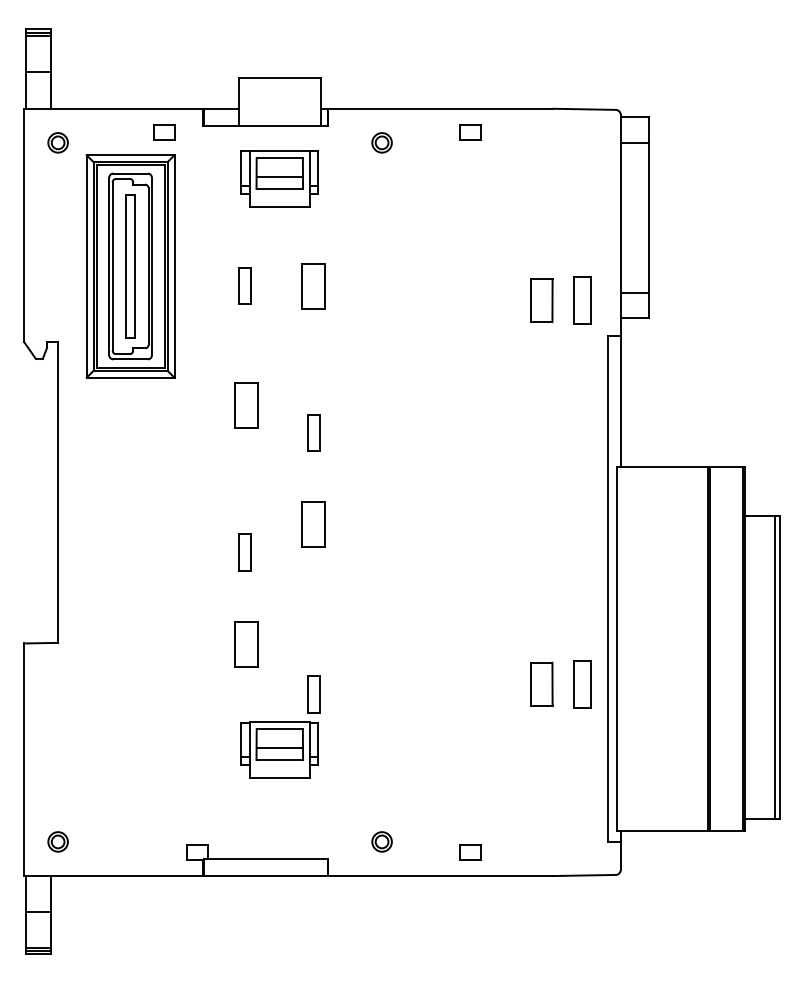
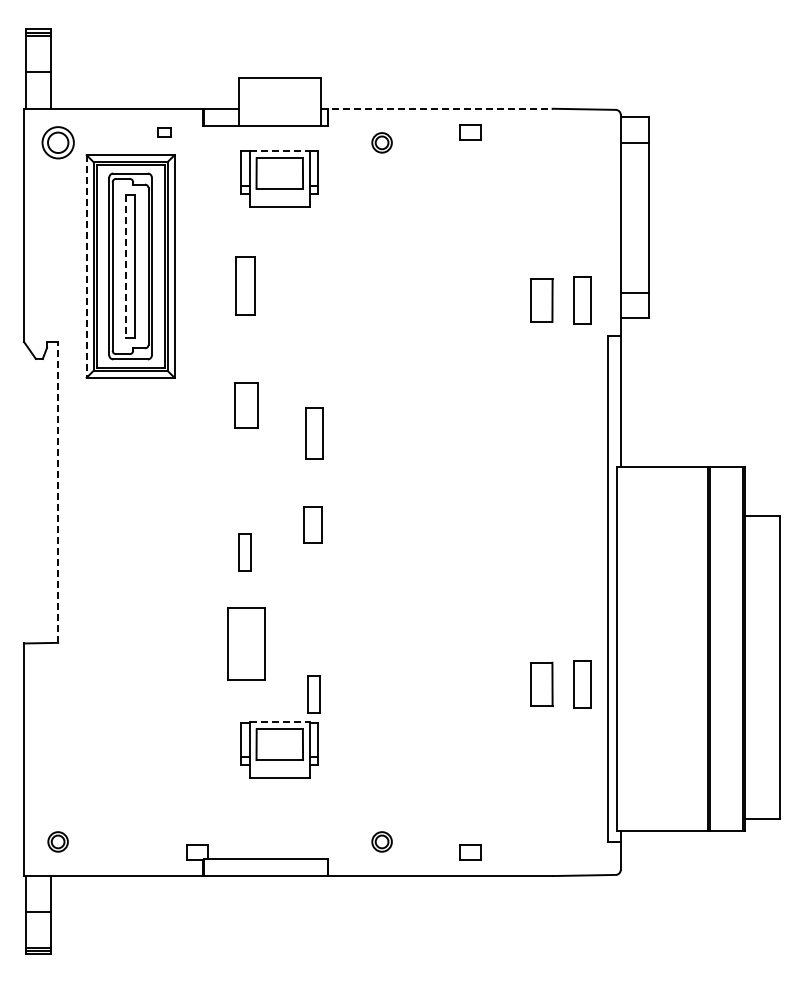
line at (436, 108): solid -> dashed
part at (164, 132) size: 23x17 px -> 15x11 px
part at (57, 142) size: 22x22 px -> 34x34 px
line at (280, 151): solid -> dashed
line at (279, 176): present -> none
line at (86, 266): solid -> dashed
line at (125, 266): solid -> dashed
part at (244, 285) size: 14x38 px -> 21x60 px
part at (313, 286): present -> none
part at (313, 432) size: 14x38 px -> 19x53 px
line at (58, 491): solid -> dashed
part at (313, 524) size: 25x47 px -> 20x38 px
part at (246, 644) size: 25x47 px -> 39x74 px
line at (775, 667): present -> none
line at (280, 722): solid -> dashed
line at (279, 748): present -> none
